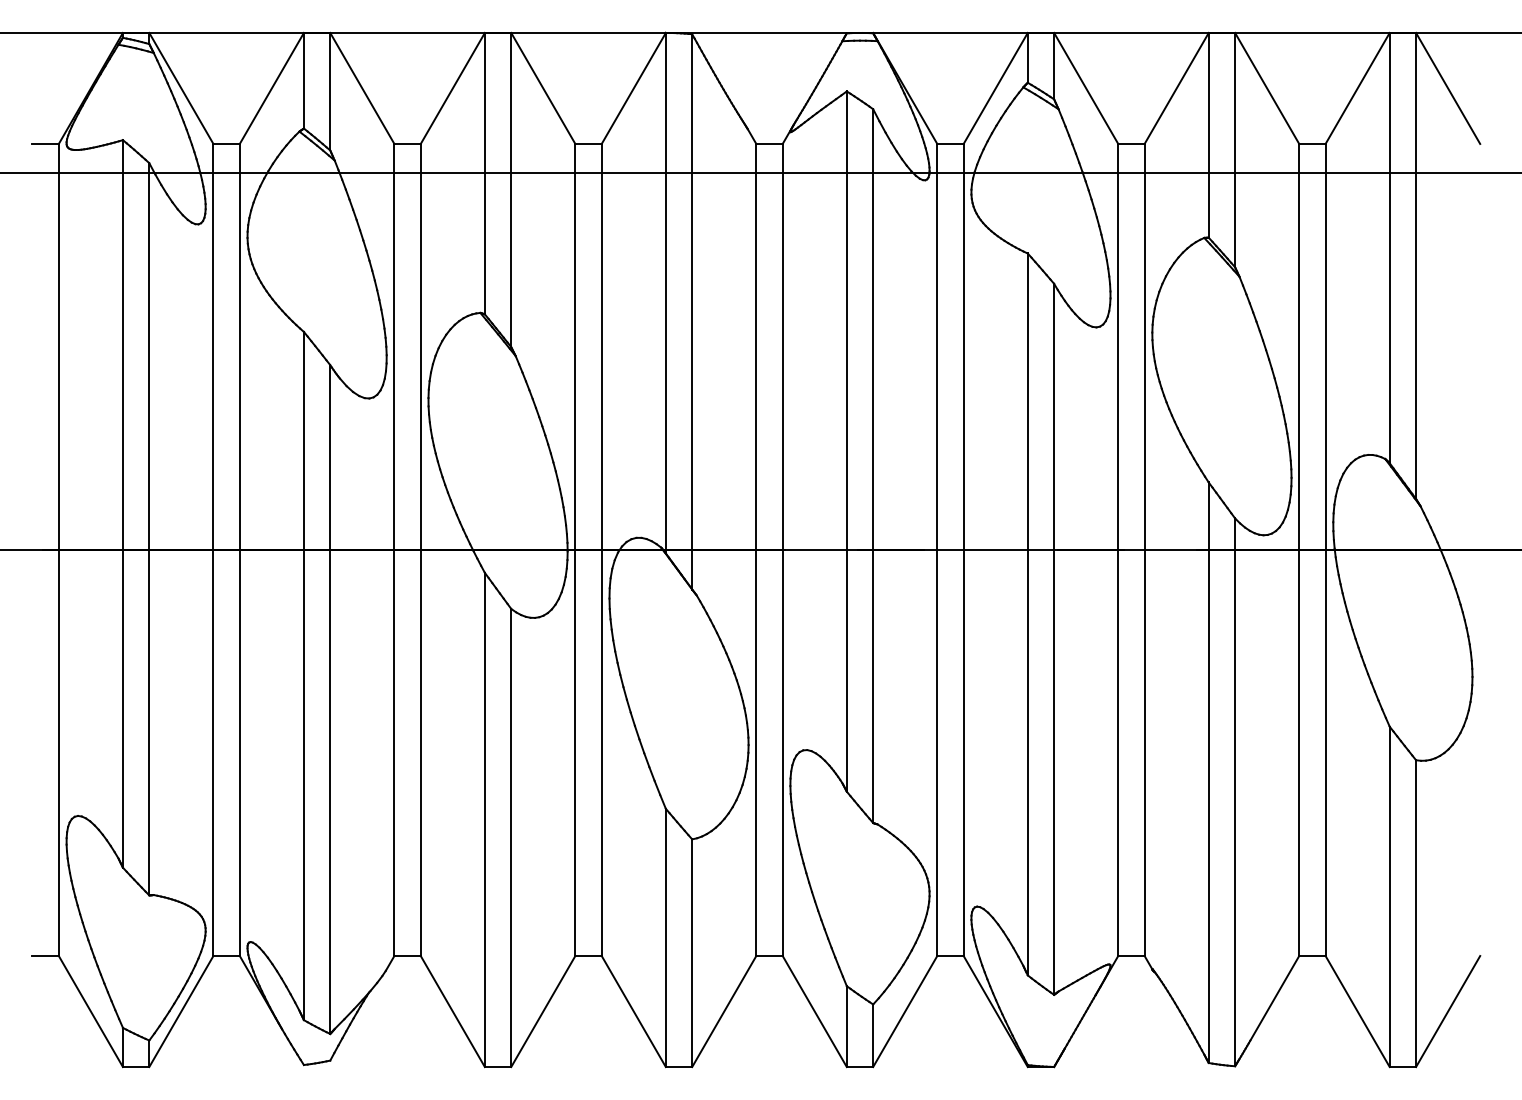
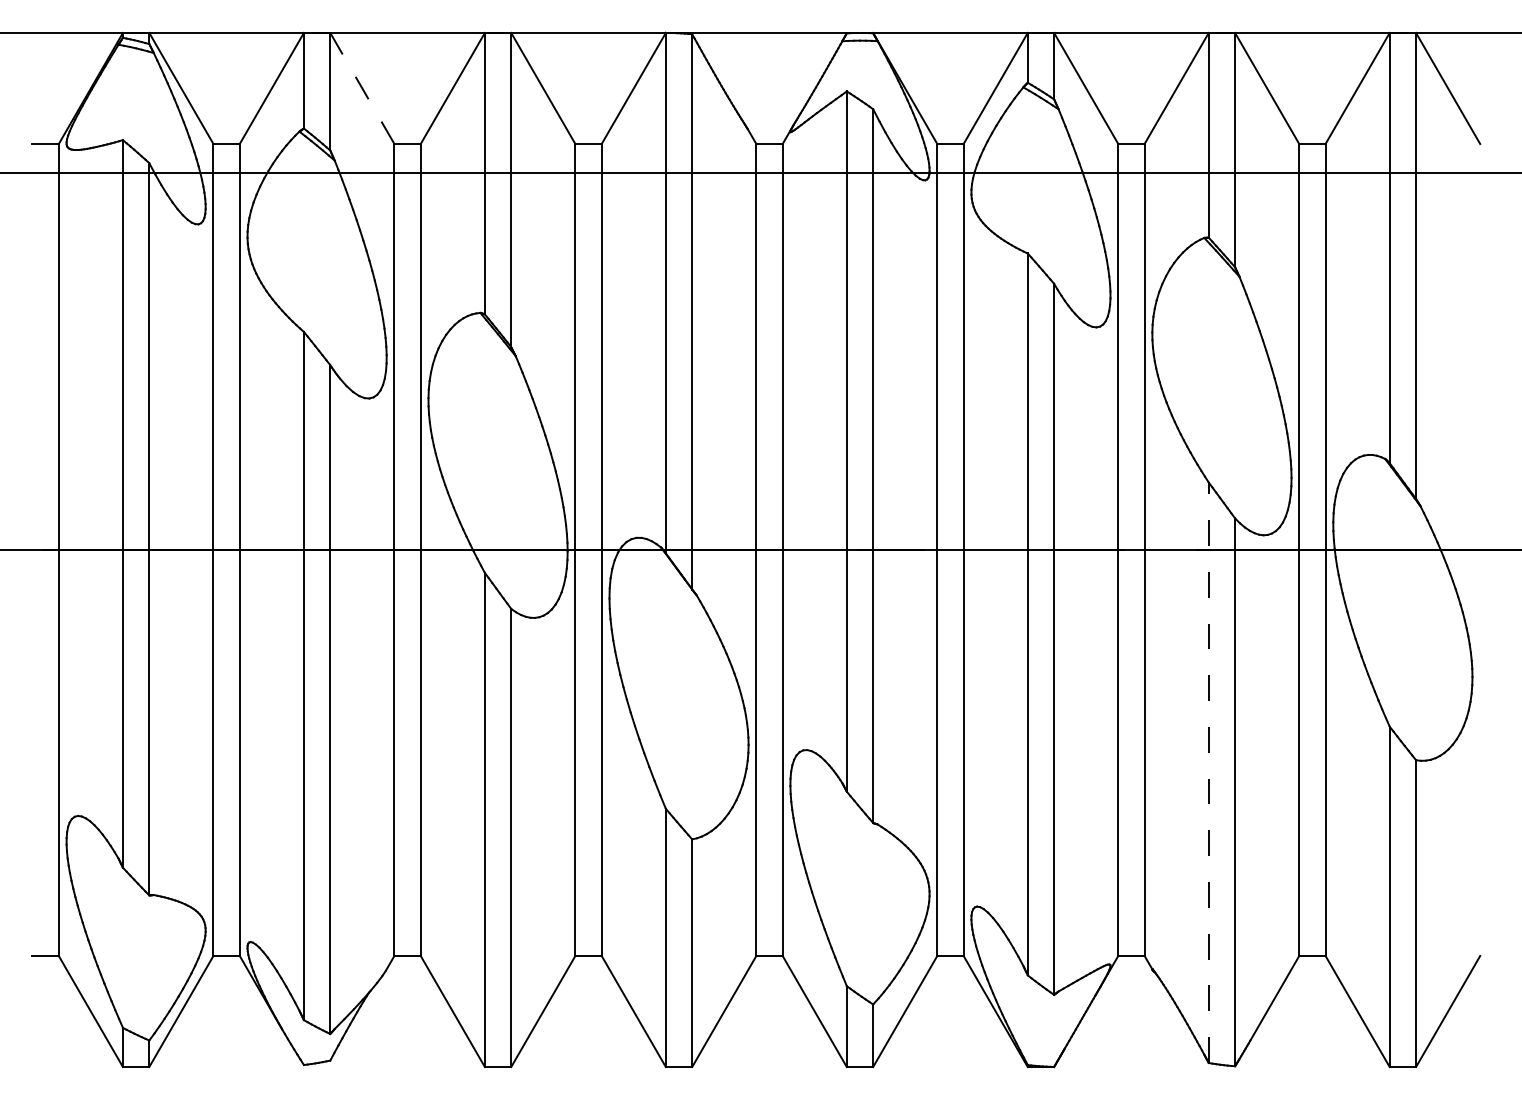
line at (362, 88): solid -> dashed
line at (1208, 772): solid -> dashed
